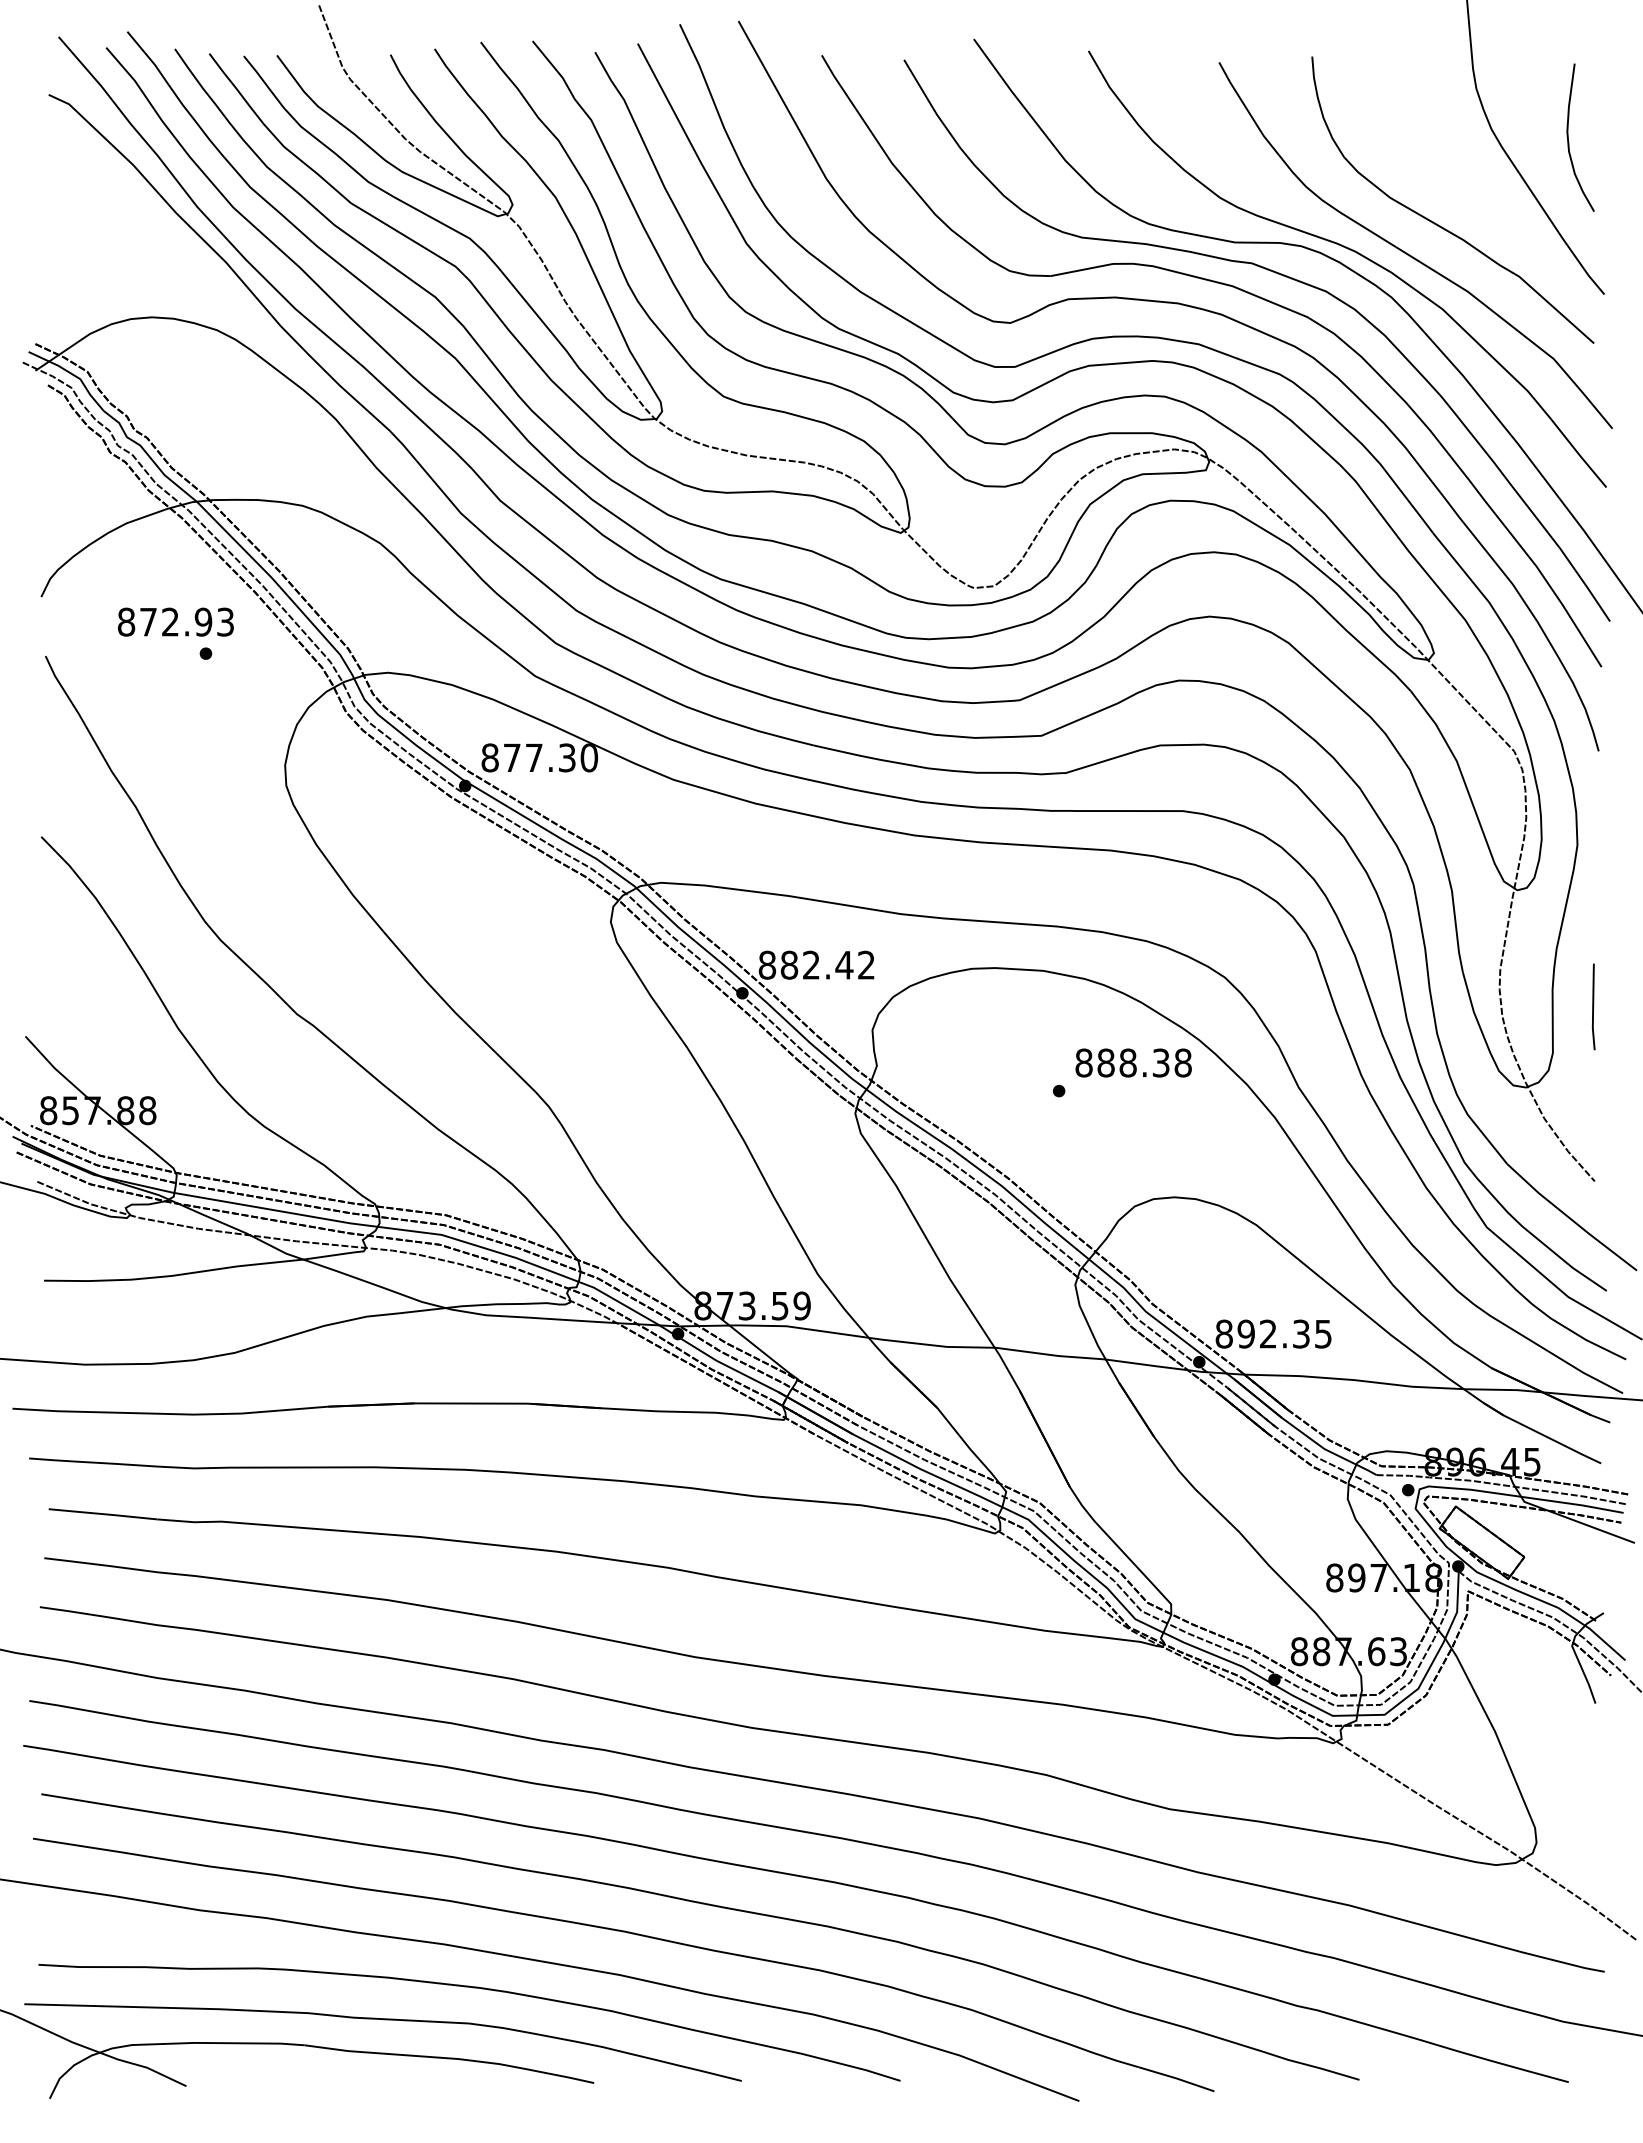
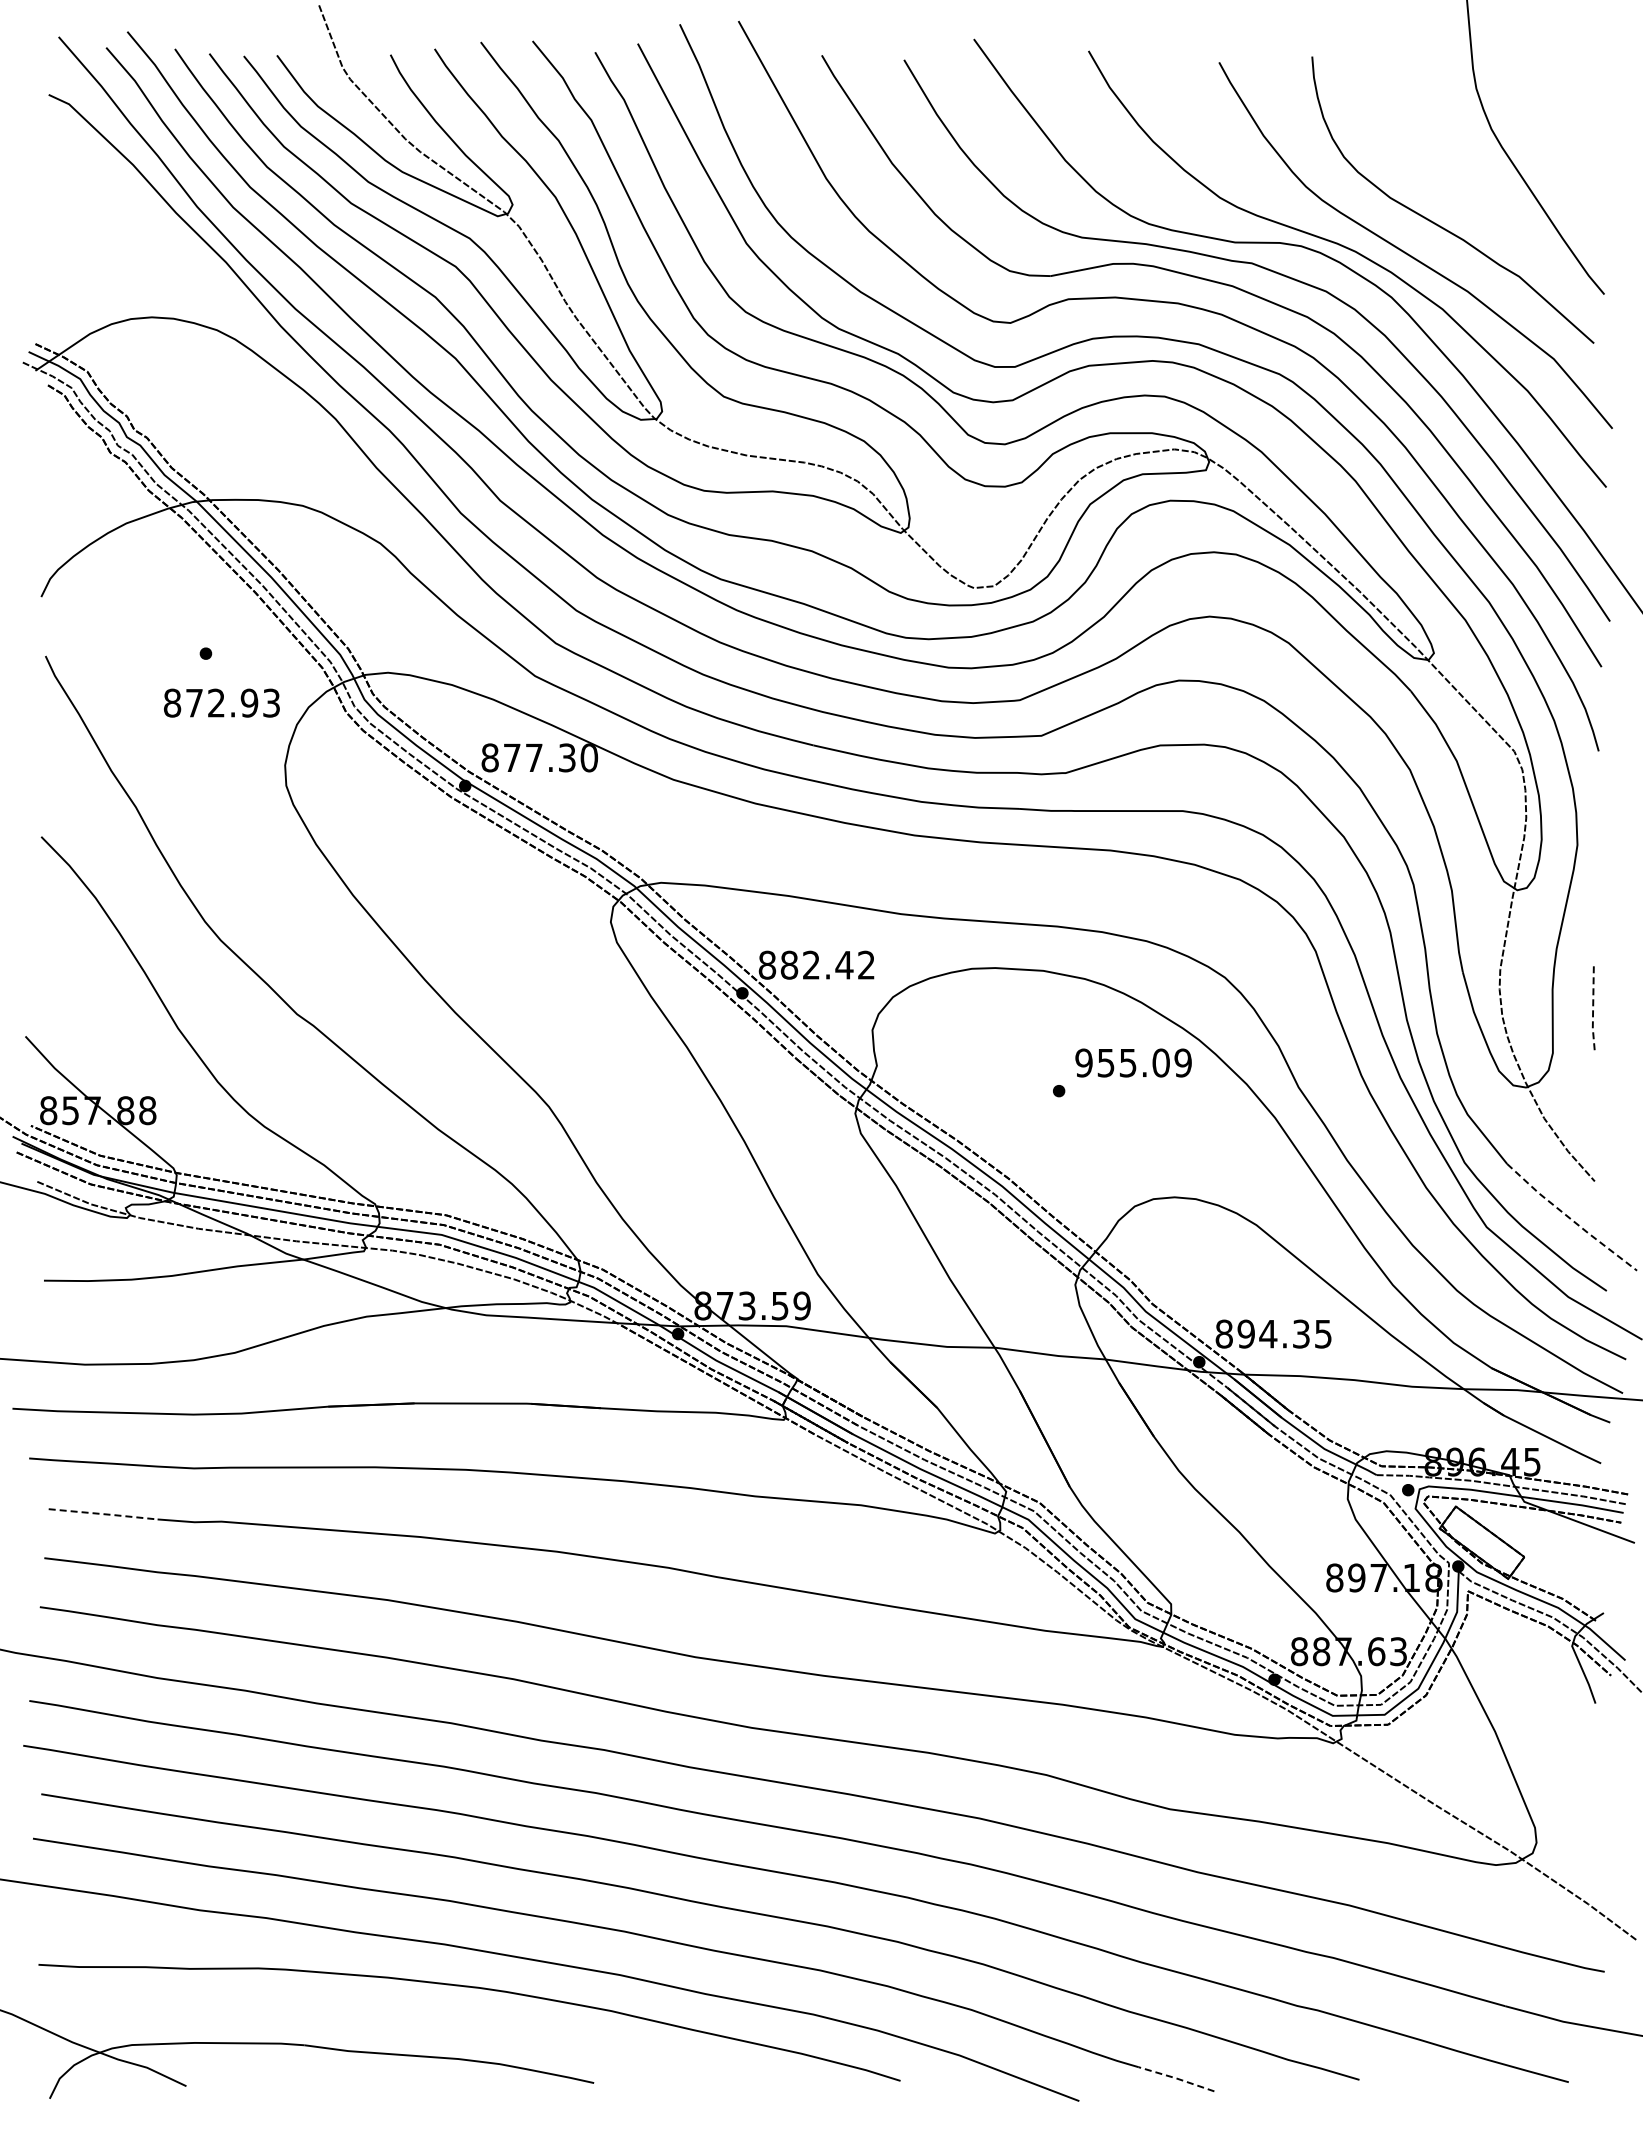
curve at (1569, 141): present -> none
text at (175, 621) position: (175, 621) -> (221, 702)
line at (1593, 1007): solid -> dashed
text at (1133, 1062): 888.38 -> 955.09
line at (1570, 1219): solid -> dashed
text at (1268, 1333): 892.35 -> 894.35
line at (103, 1514): solid -> dashed
curve at (383, 2020): present -> none
line at (1176, 2078): solid -> dashed
